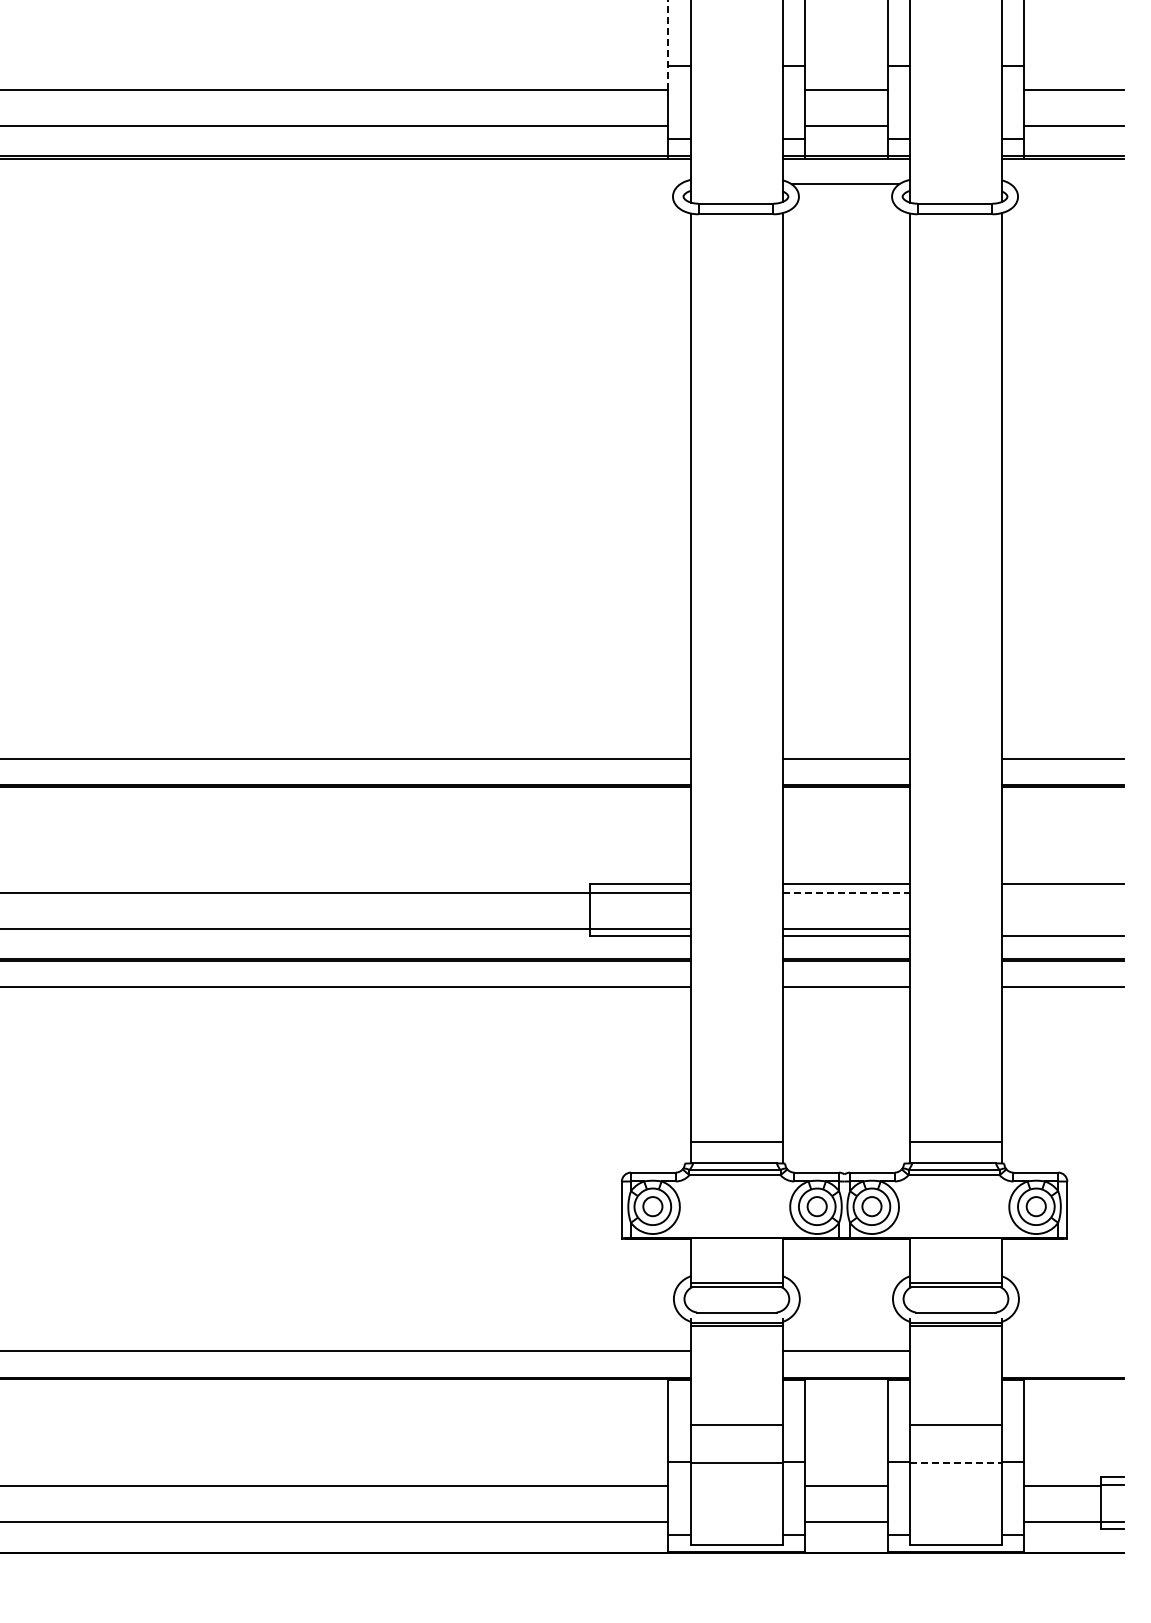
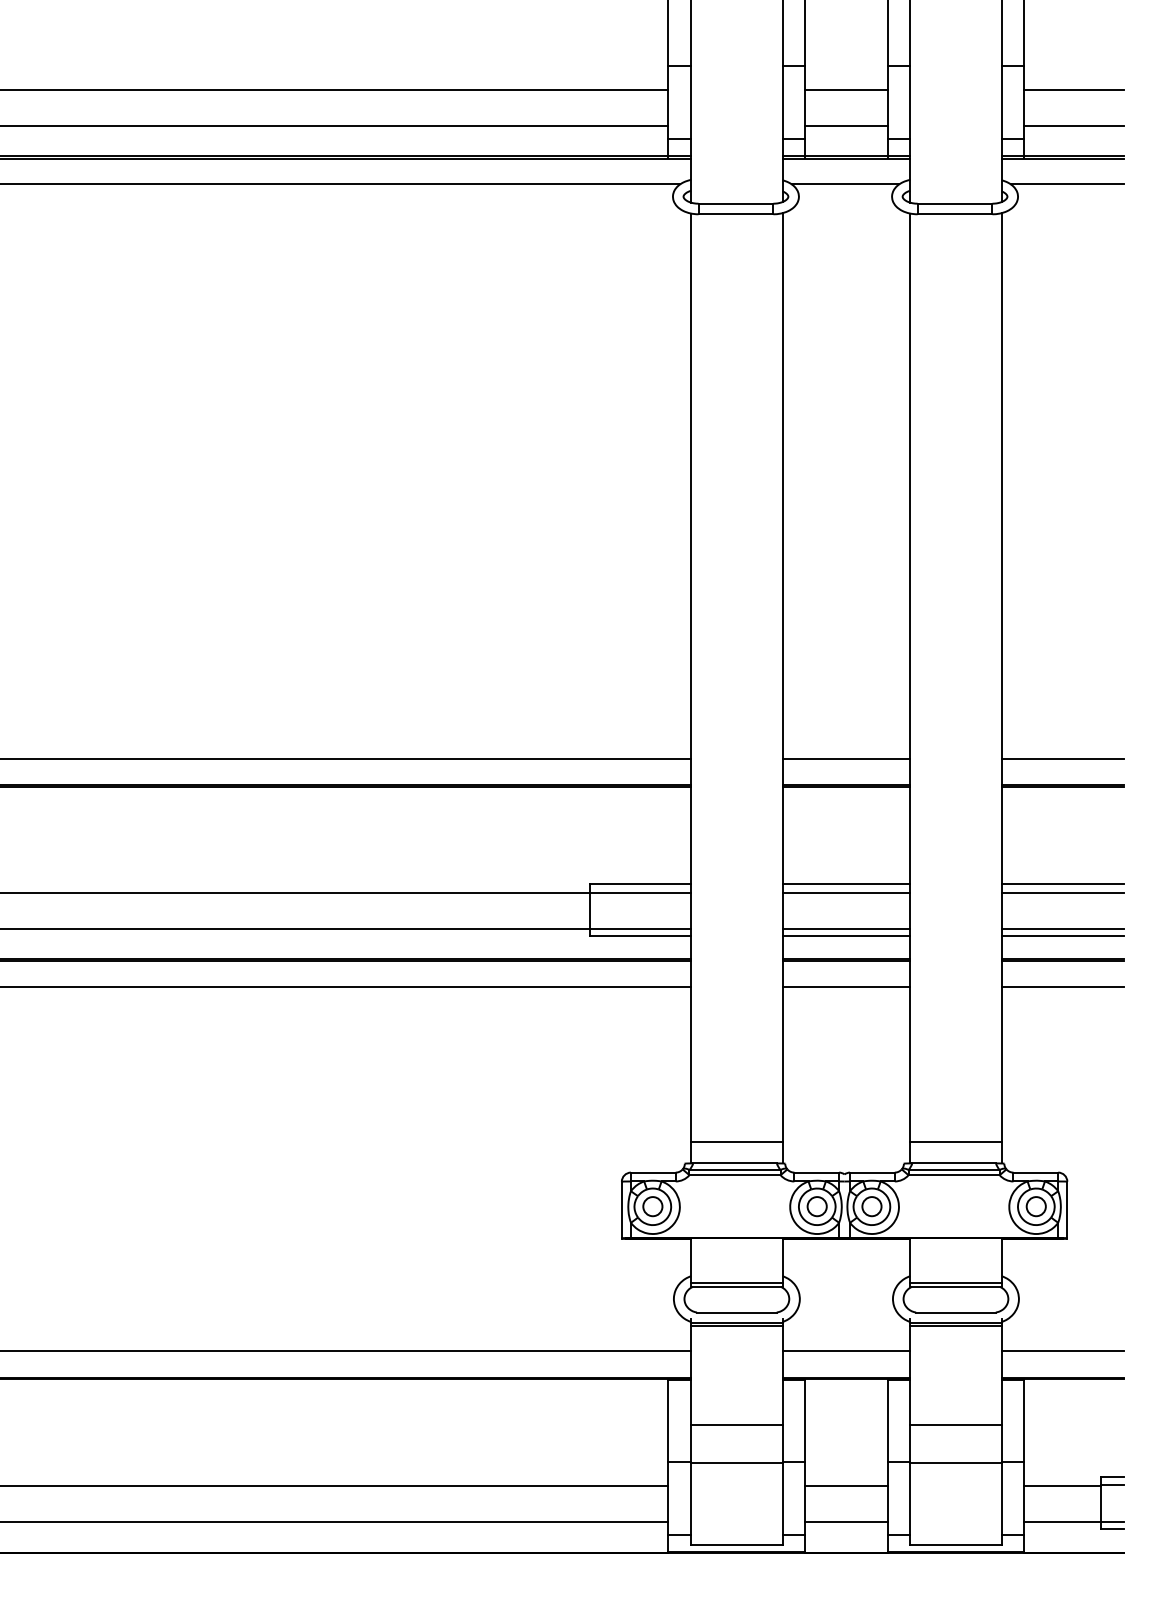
line at (668, 45): dashed -> solid
line at (340, 184): none -> present
line at (1067, 184): none -> present
line at (846, 892): dashed -> solid
line at (1062, 892): none -> present
line at (1062, 929): none -> present
line at (1062, 1350): none -> present
line at (955, 1462): dashed -> solid
